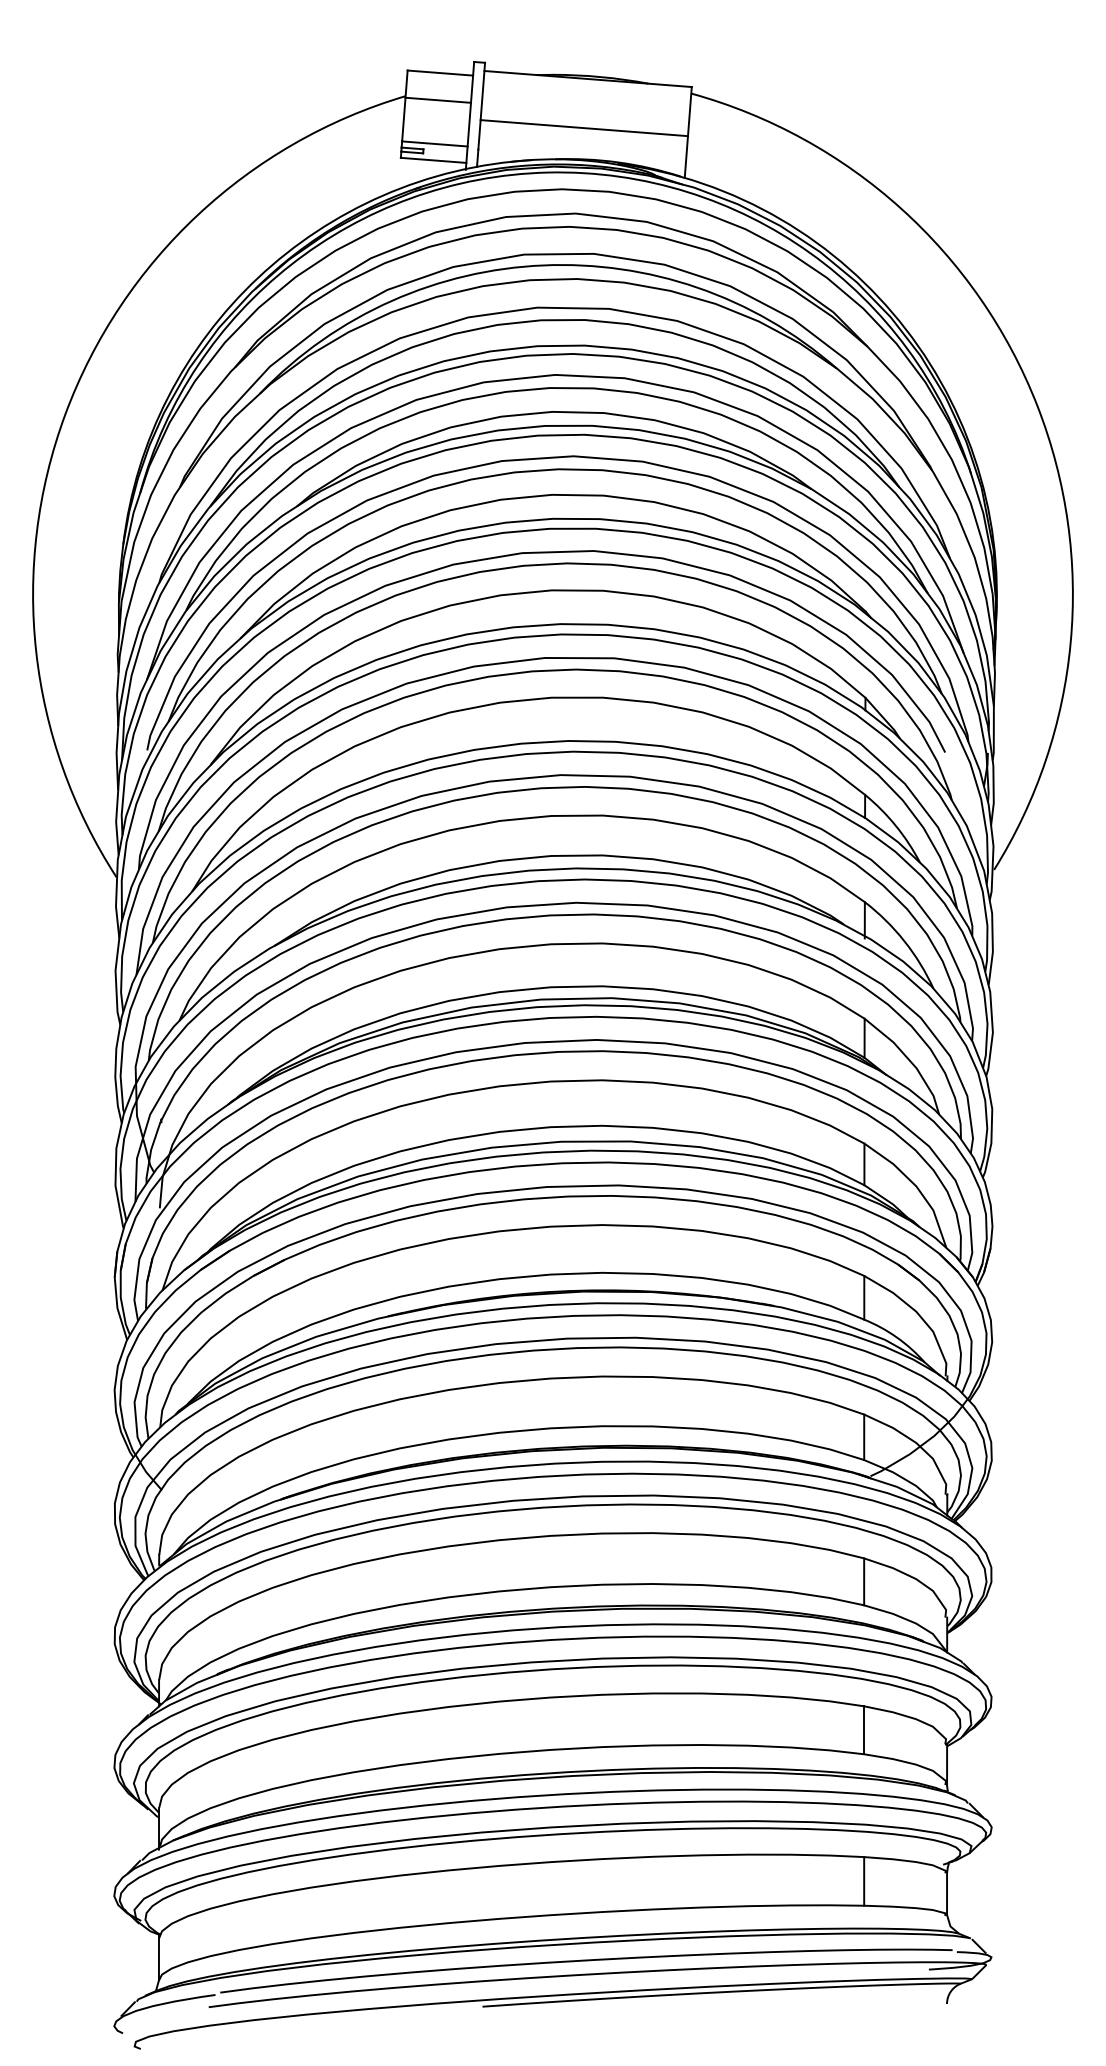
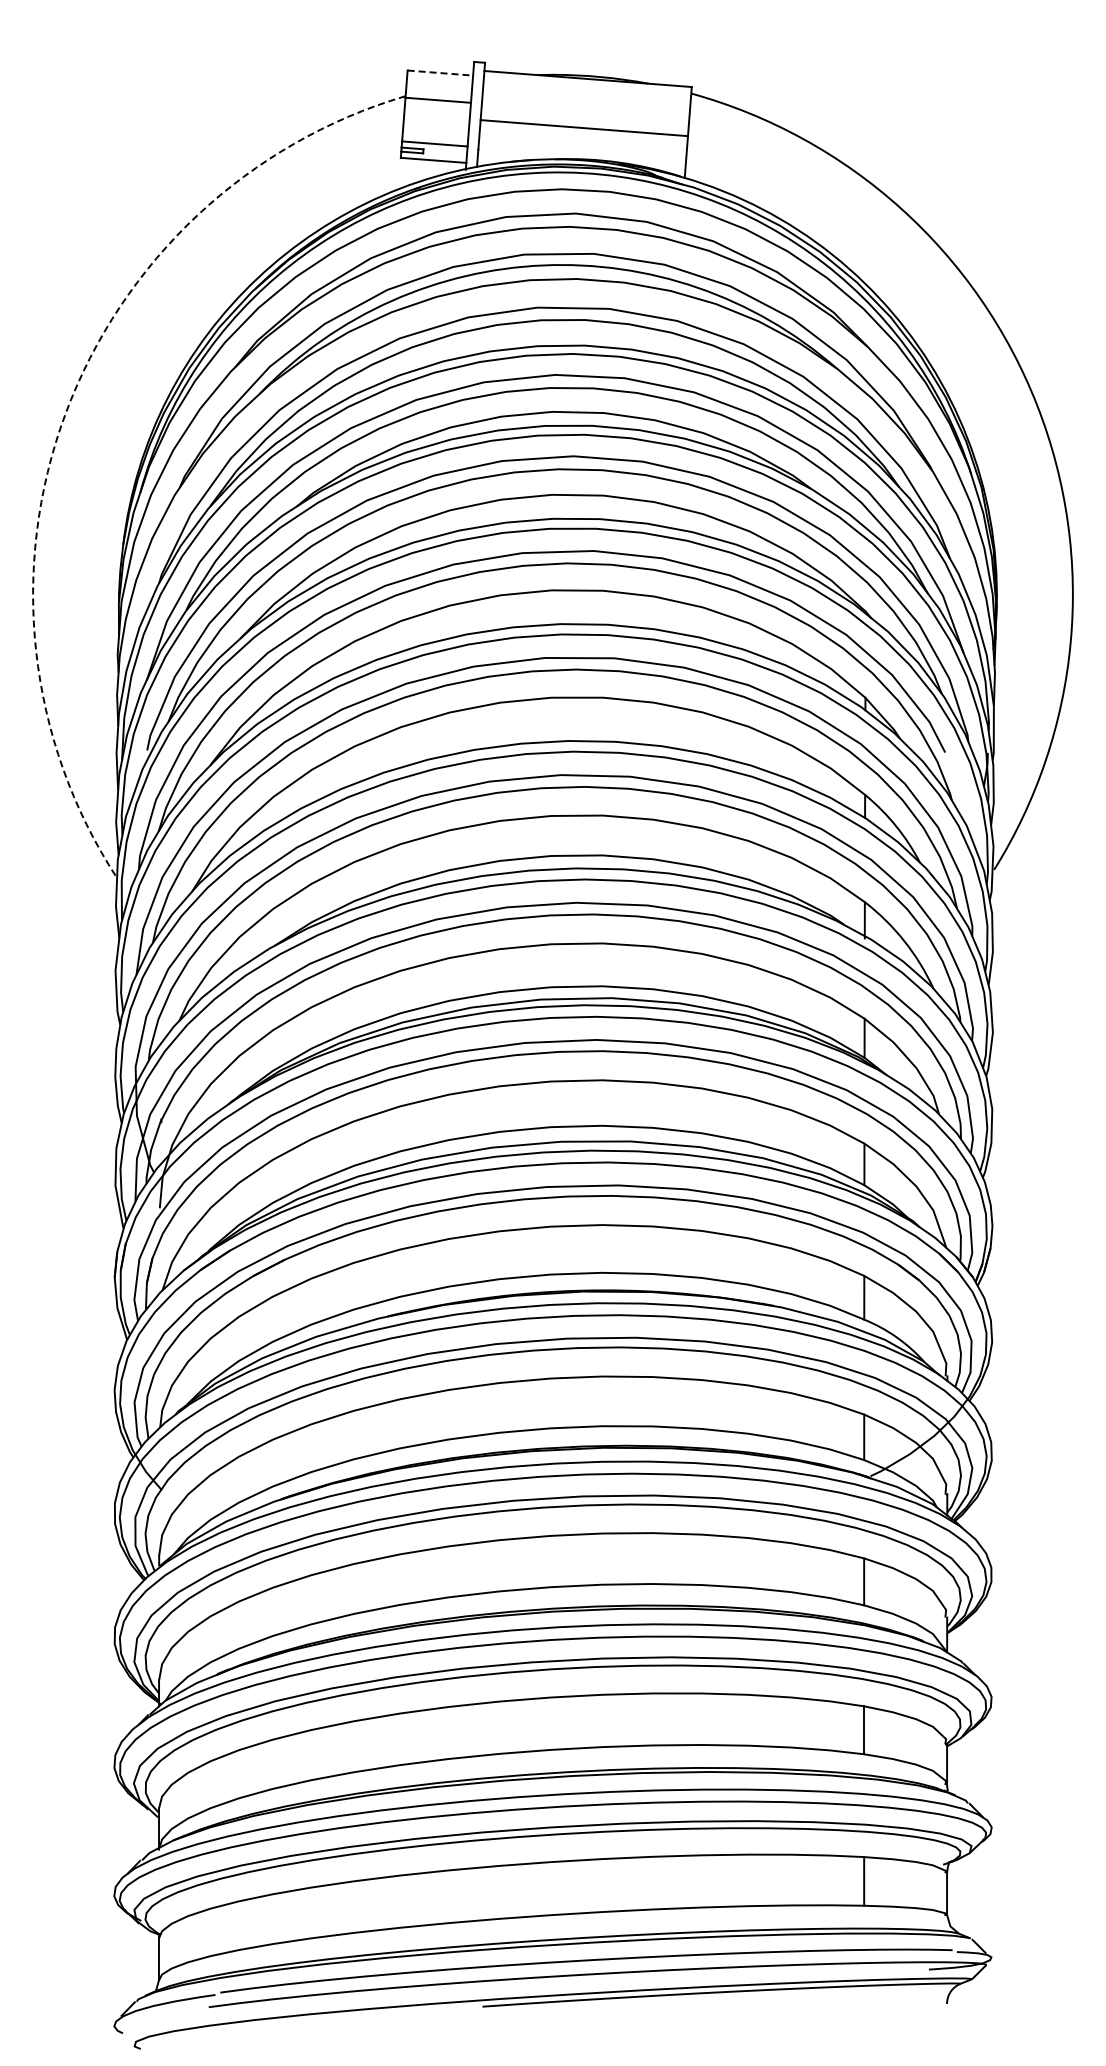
line at (440, 73): solid -> dashed
arc at (65, 414): solid -> dashed
